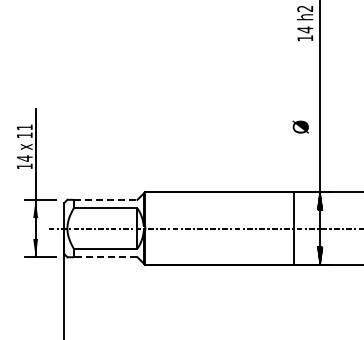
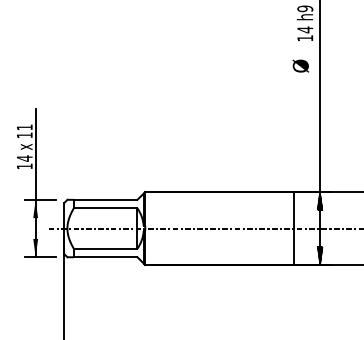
text at (305, 8): h2 -> h9
text at (300, 126) position: (300, 126) -> (300, 65)
line at (105, 199): dashed -> solid
line at (105, 257): dashed -> solid
